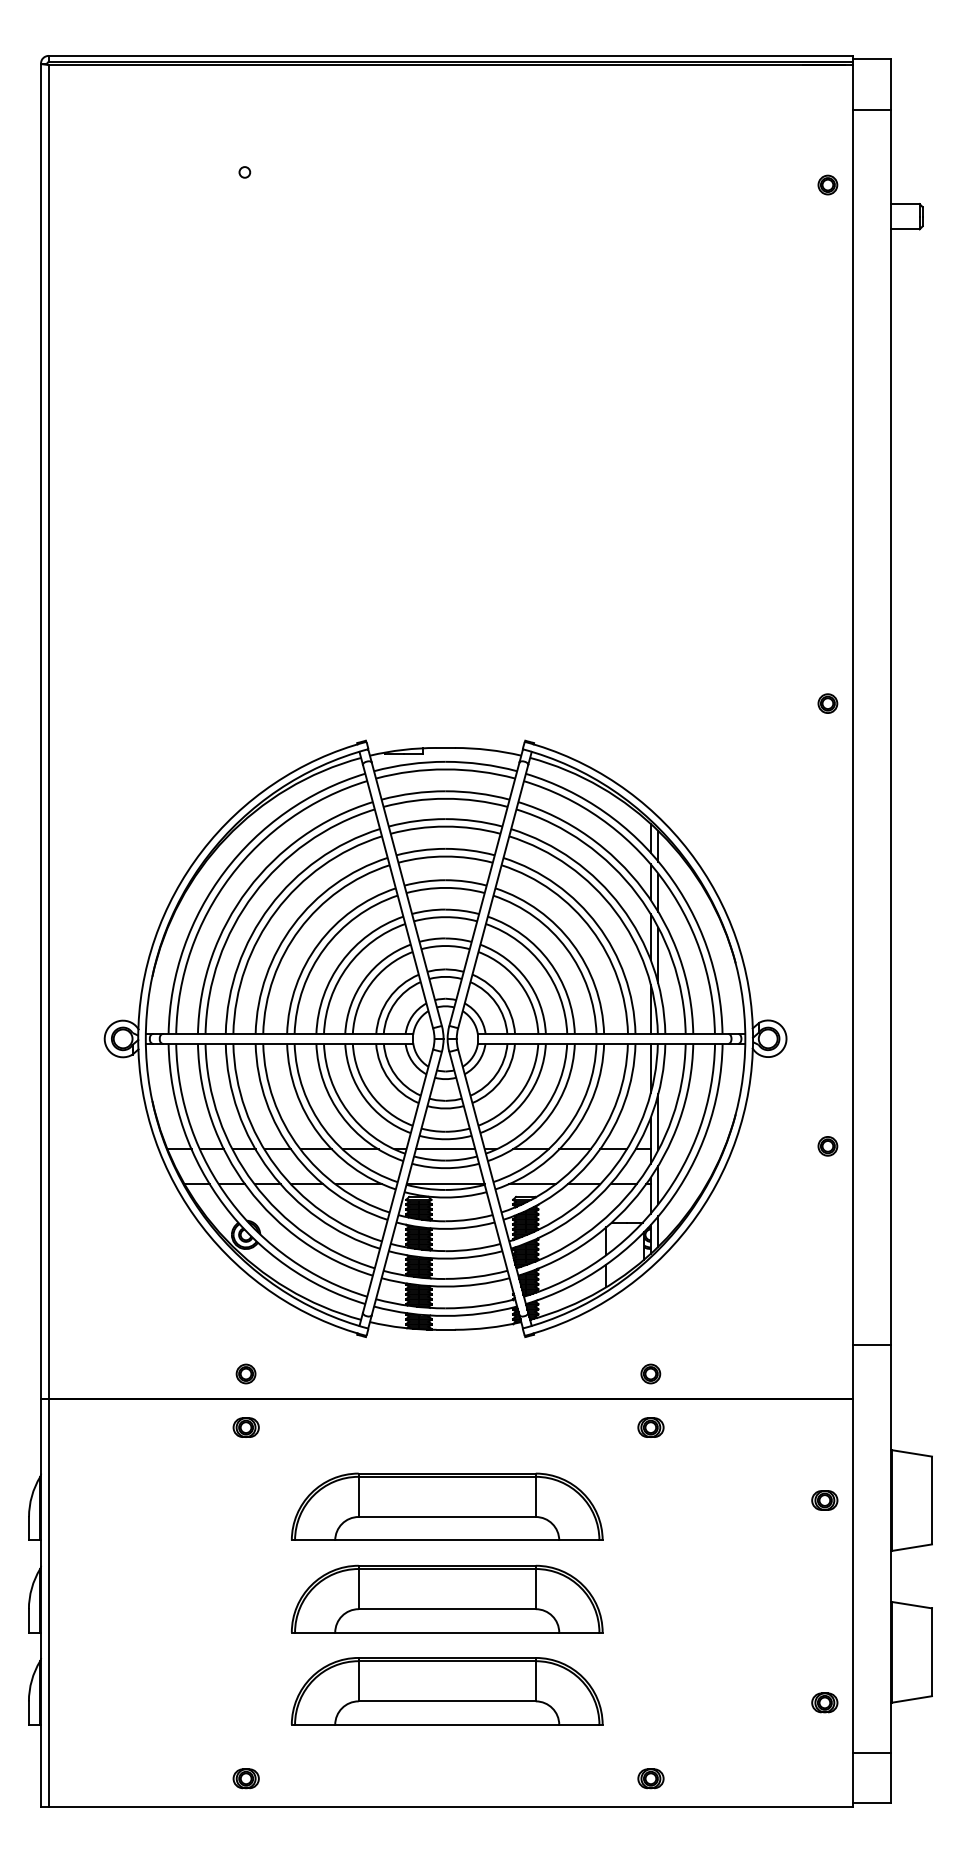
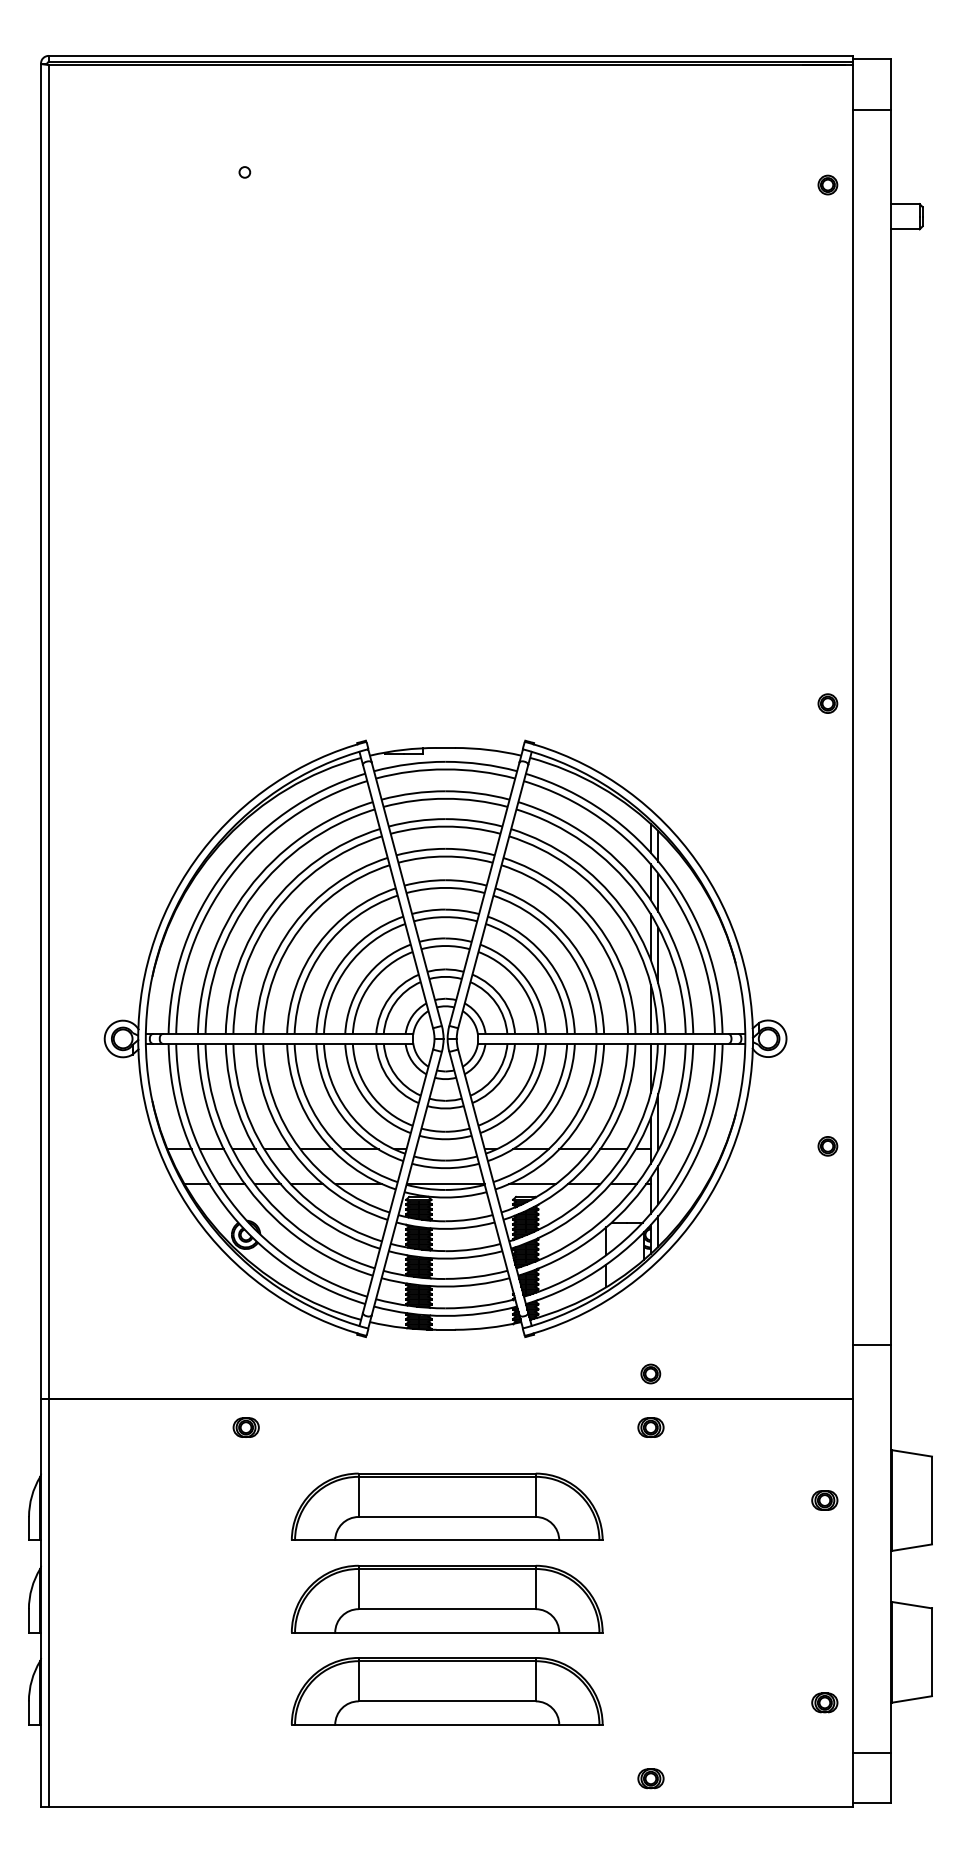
line at (445, 1149): present -> none
part at (245, 1373): present -> none
part at (245, 1778): present -> none
